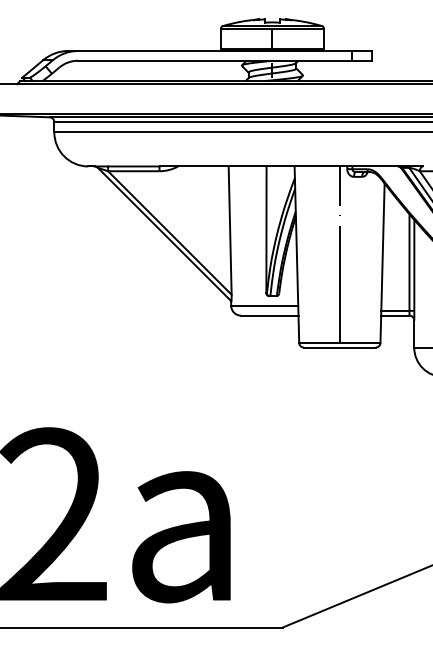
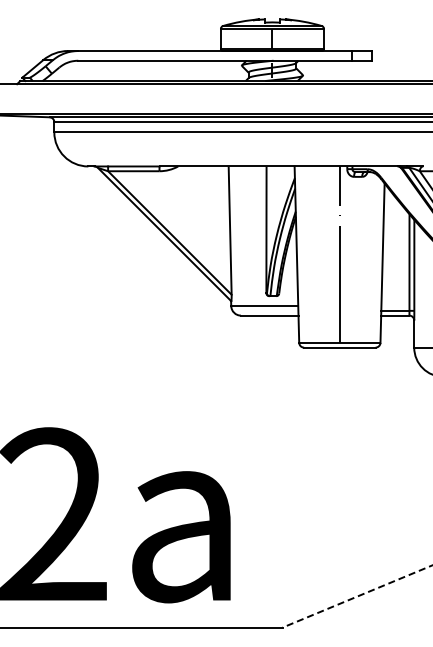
line at (357, 596): solid -> dashed
